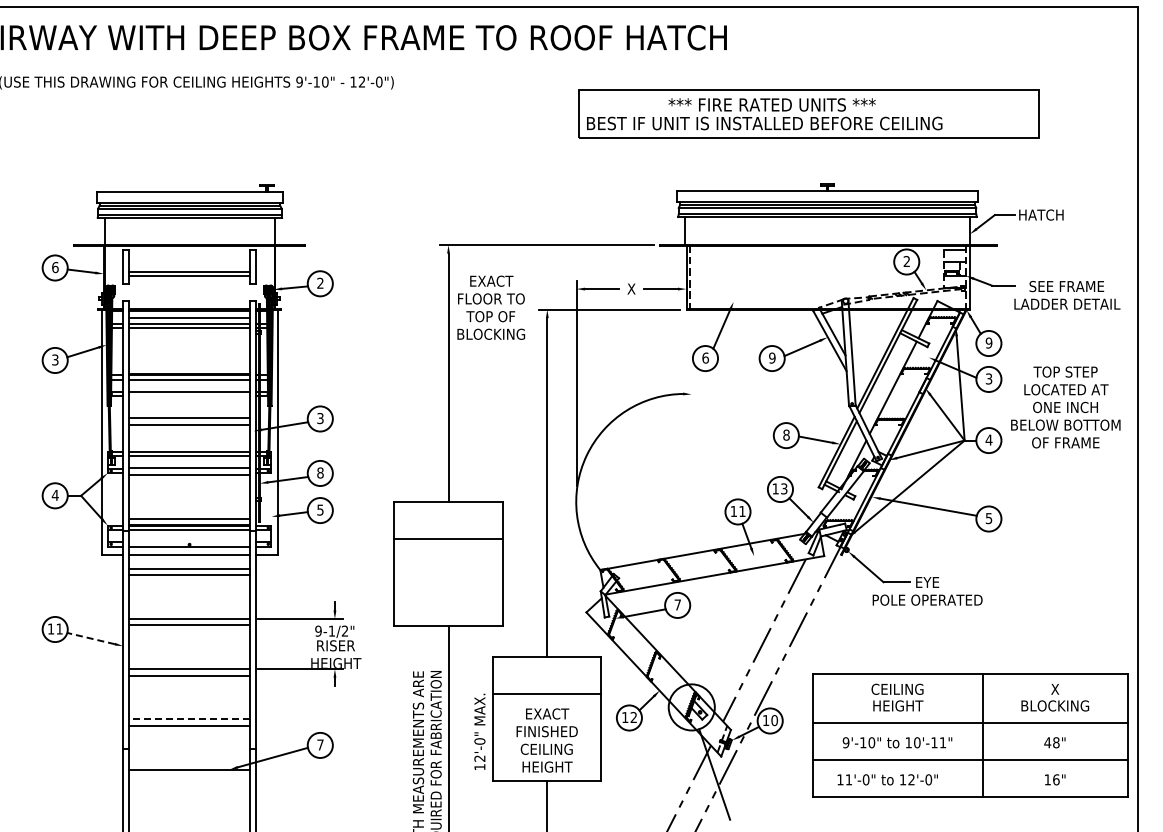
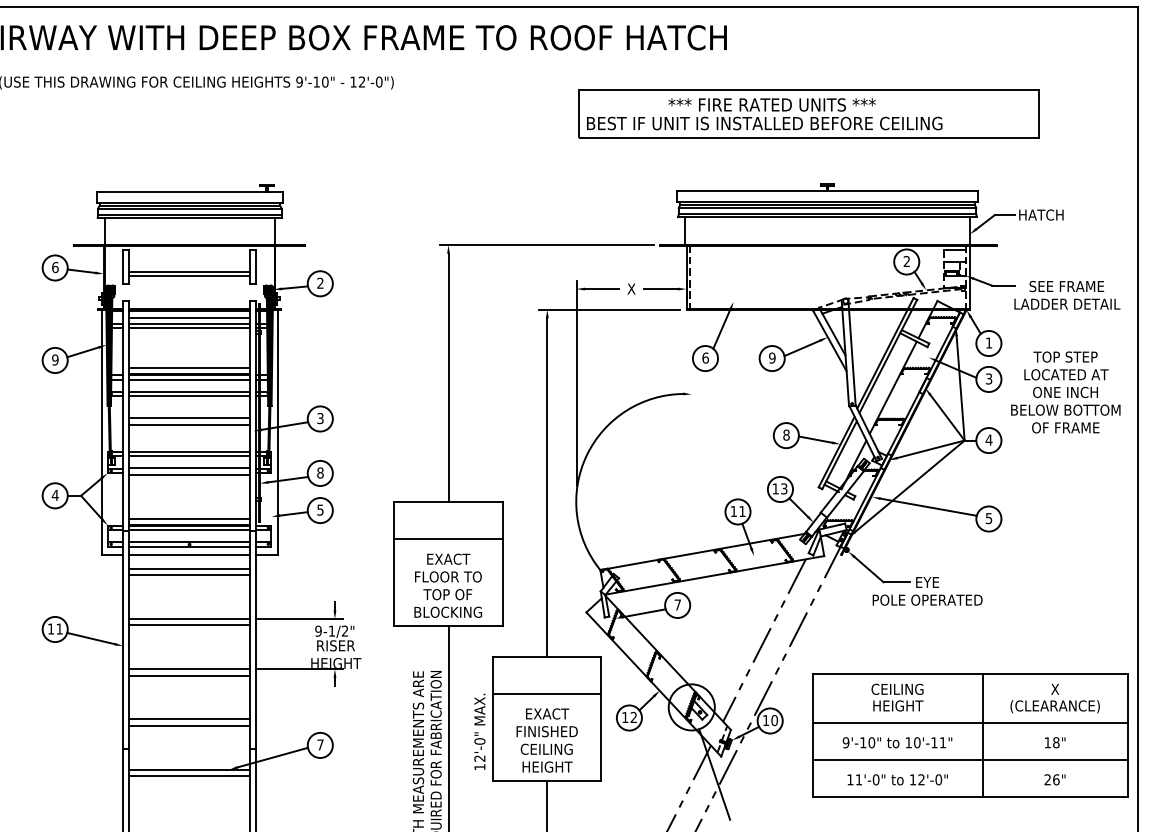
text at (491, 307) position: (491, 307) -> (448, 585)
text at (988, 342): 9 -> 1
text at (55, 359): 3 -> 9
line at (189, 368): none -> present
line at (189, 396): none -> present
text at (1065, 407) position: (1065, 407) -> (1065, 392)
line at (189, 542): none -> present
line at (90, 638): dashed -> solid
text at (1054, 706): BLOCKING -> (CLEARANCE)
line at (189, 719): dashed -> solid
text at (1047, 742): 48" -> 18"
line at (189, 776): none -> present
text at (887, 779) position: (887, 779) -> (897, 779)
text at (1047, 779): 16" -> 26"
